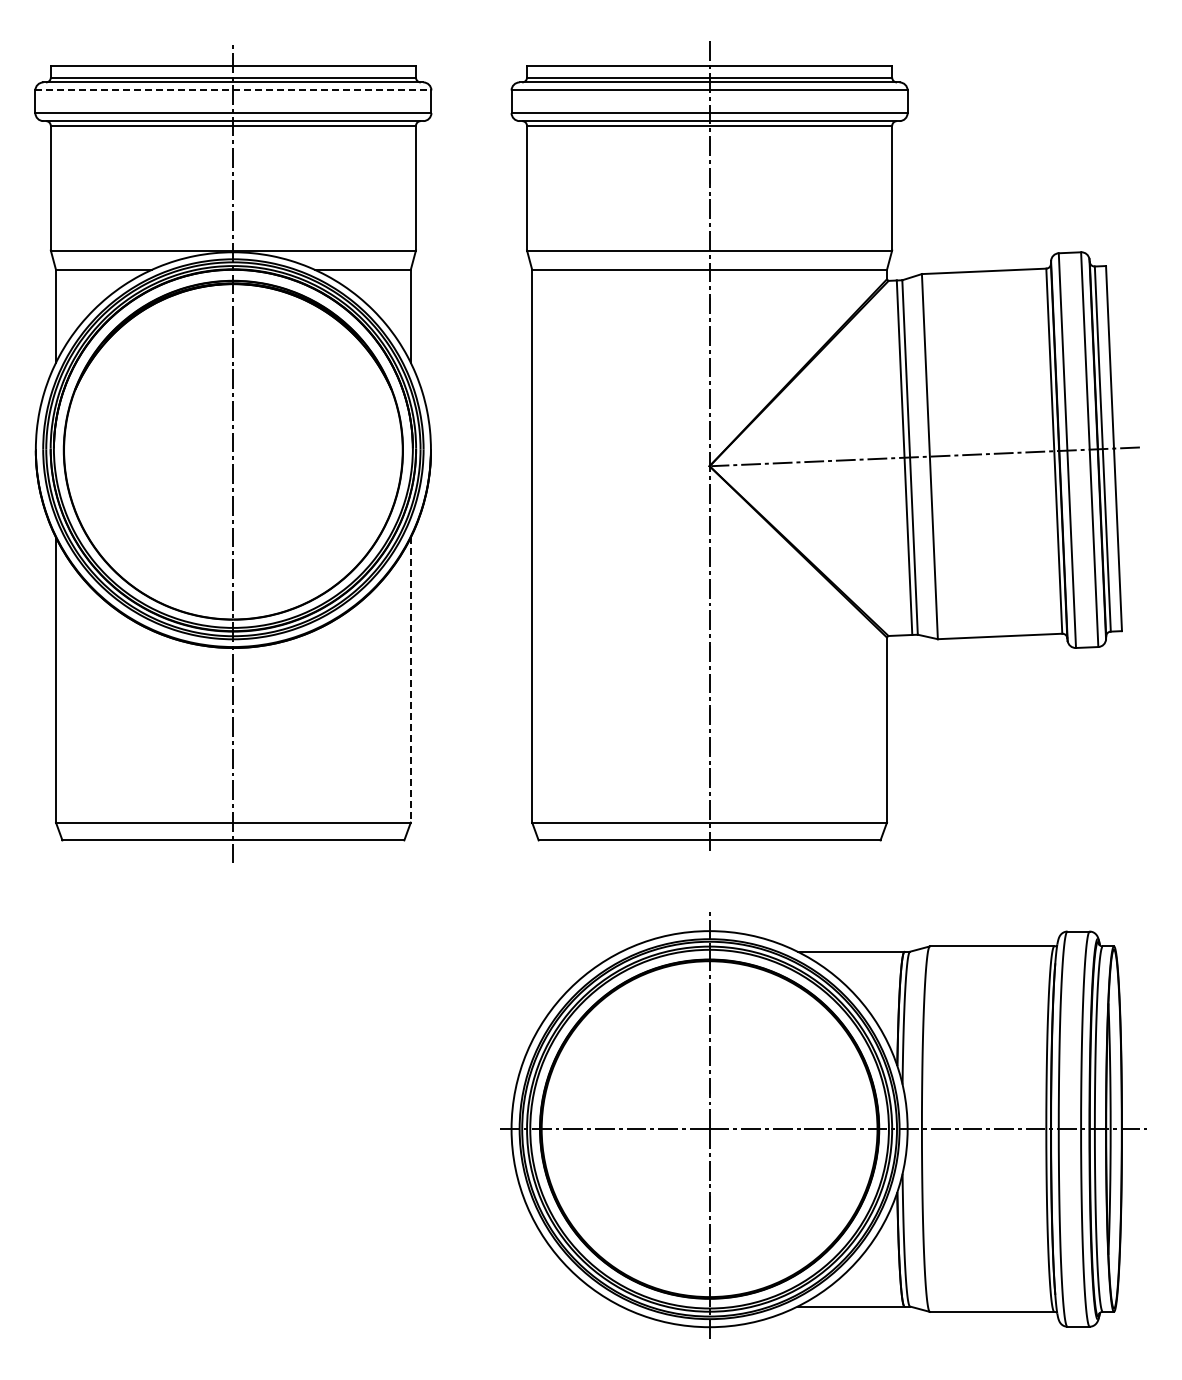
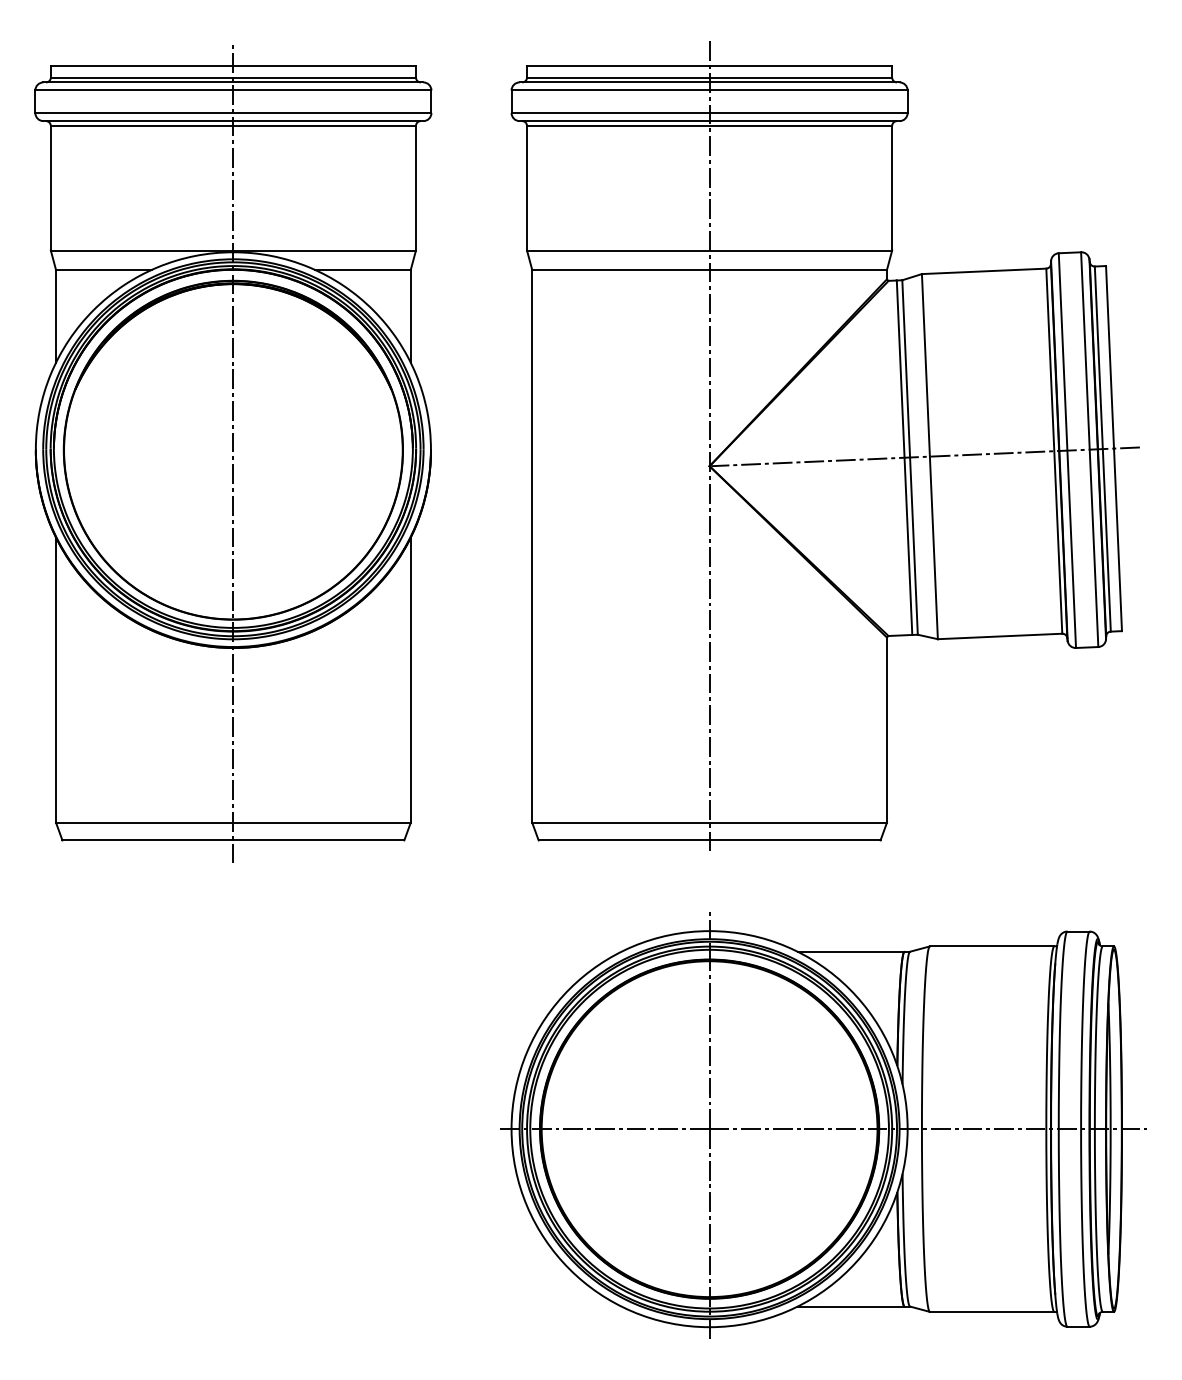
line at (233, 90): dashed -> solid
line at (410, 680): dashed -> solid
